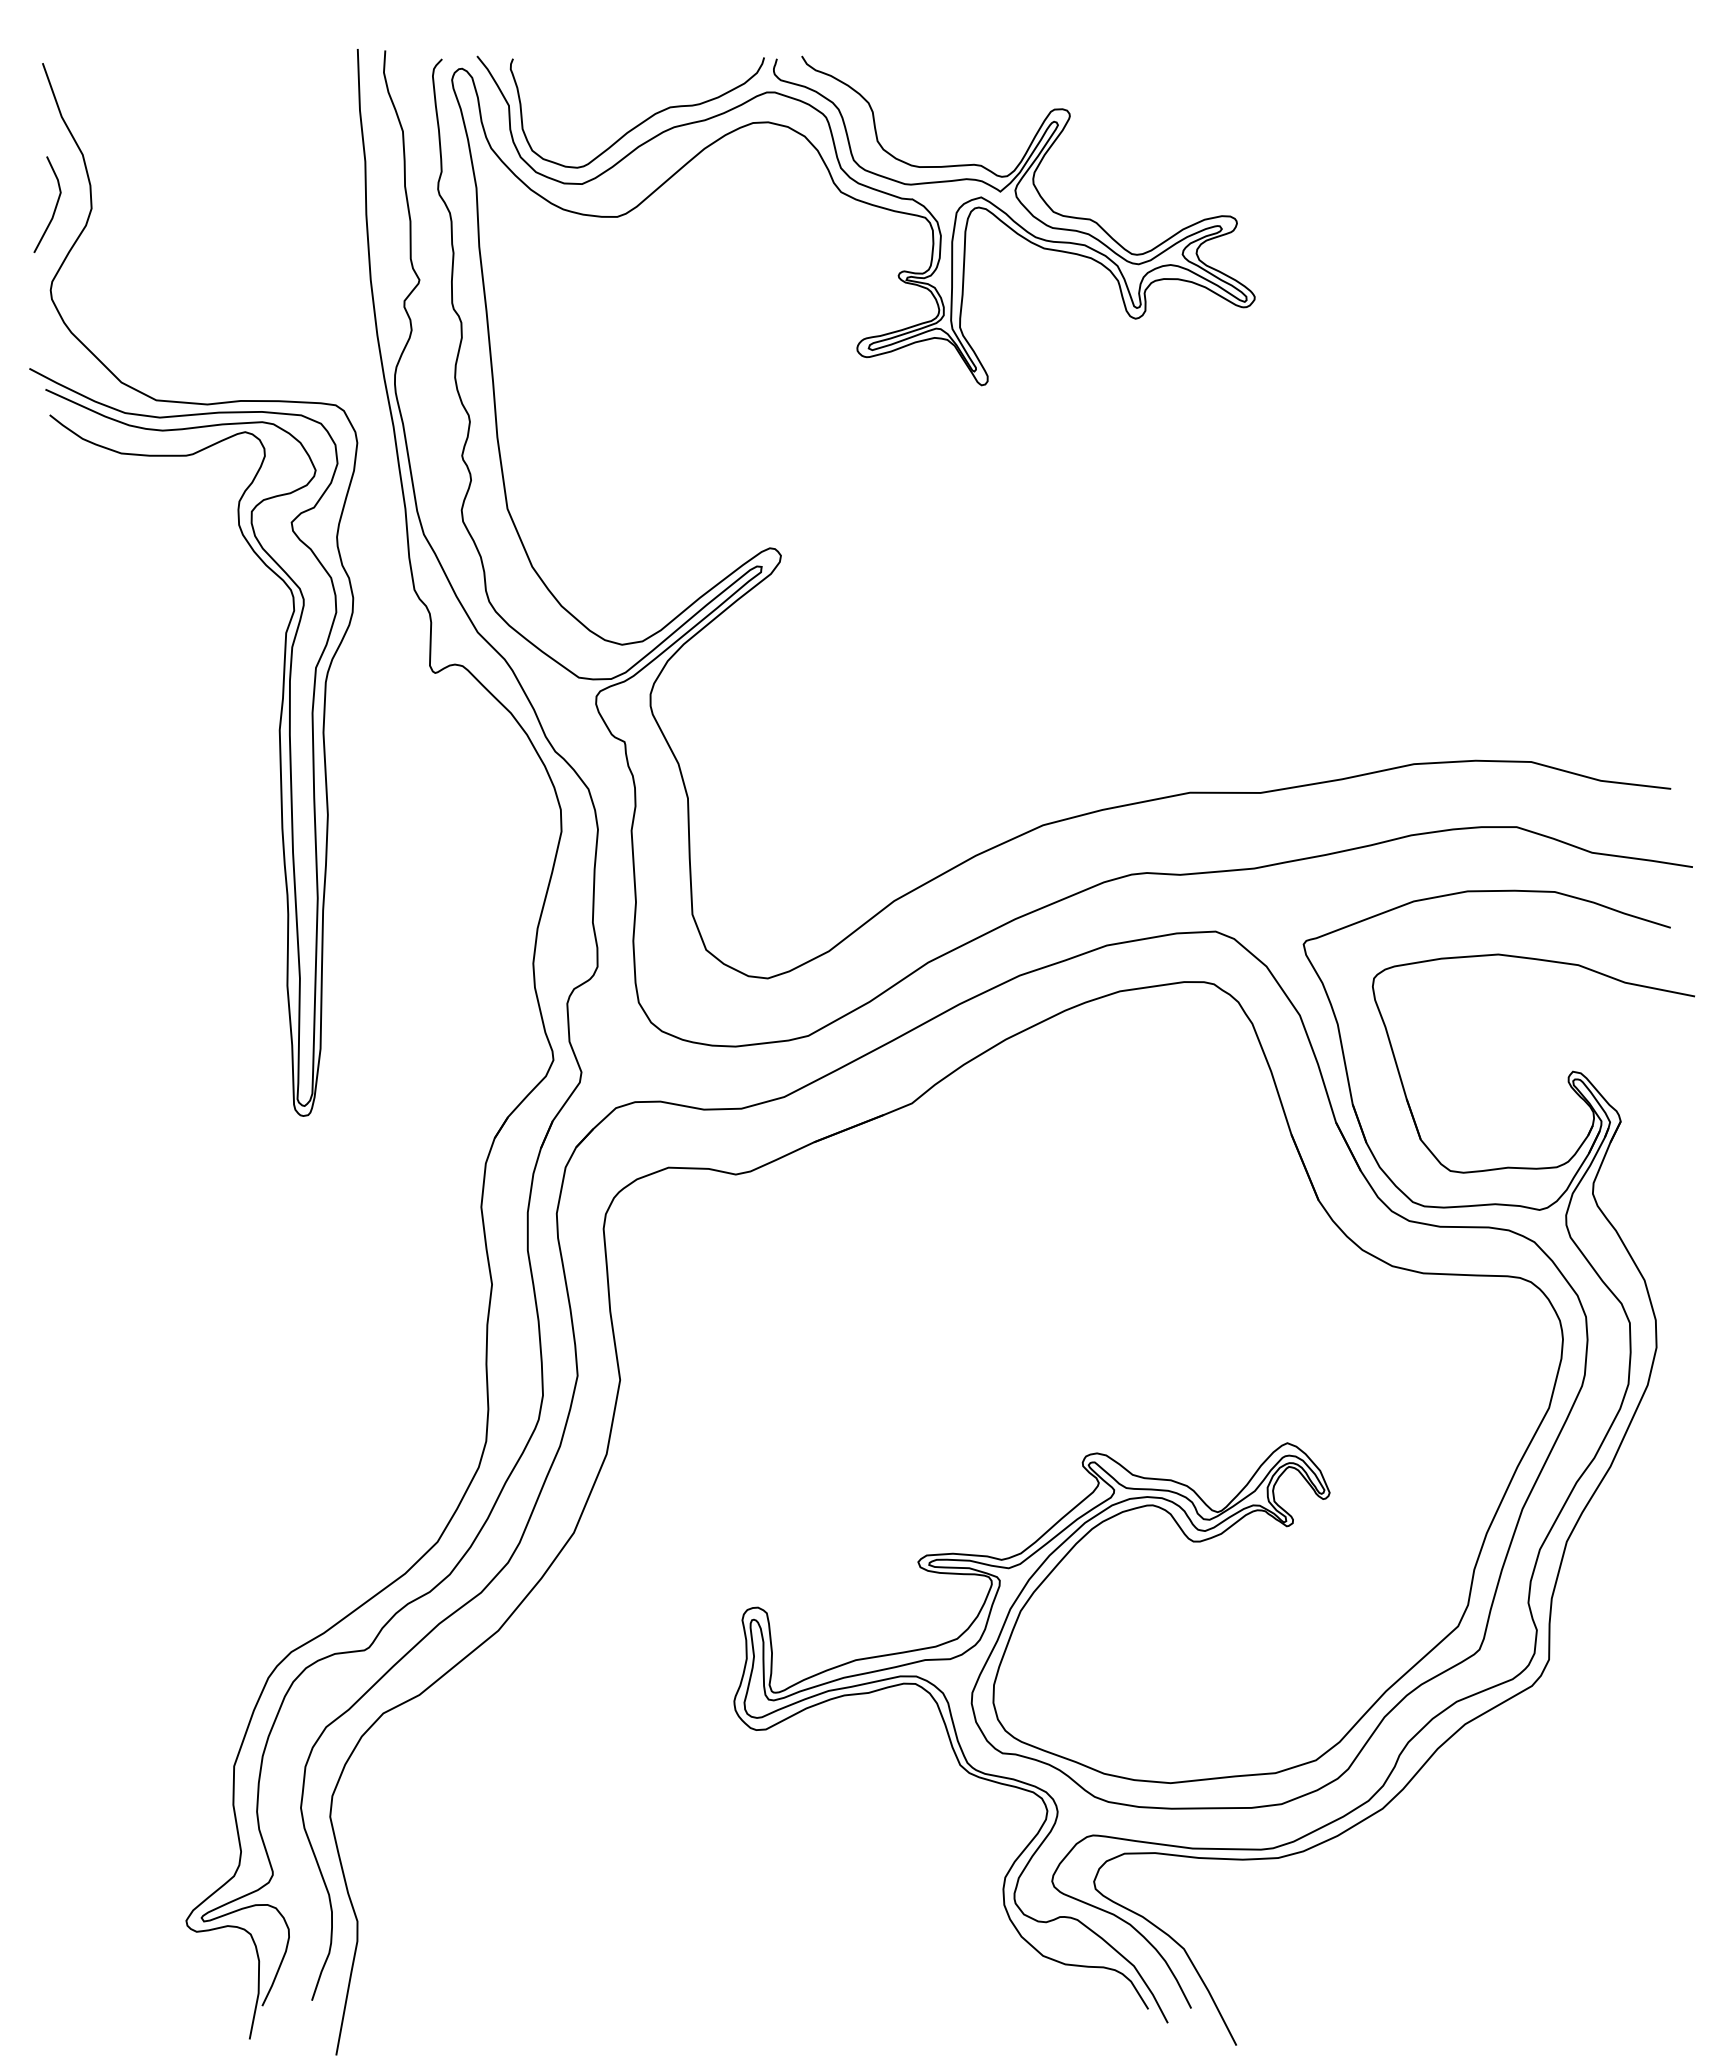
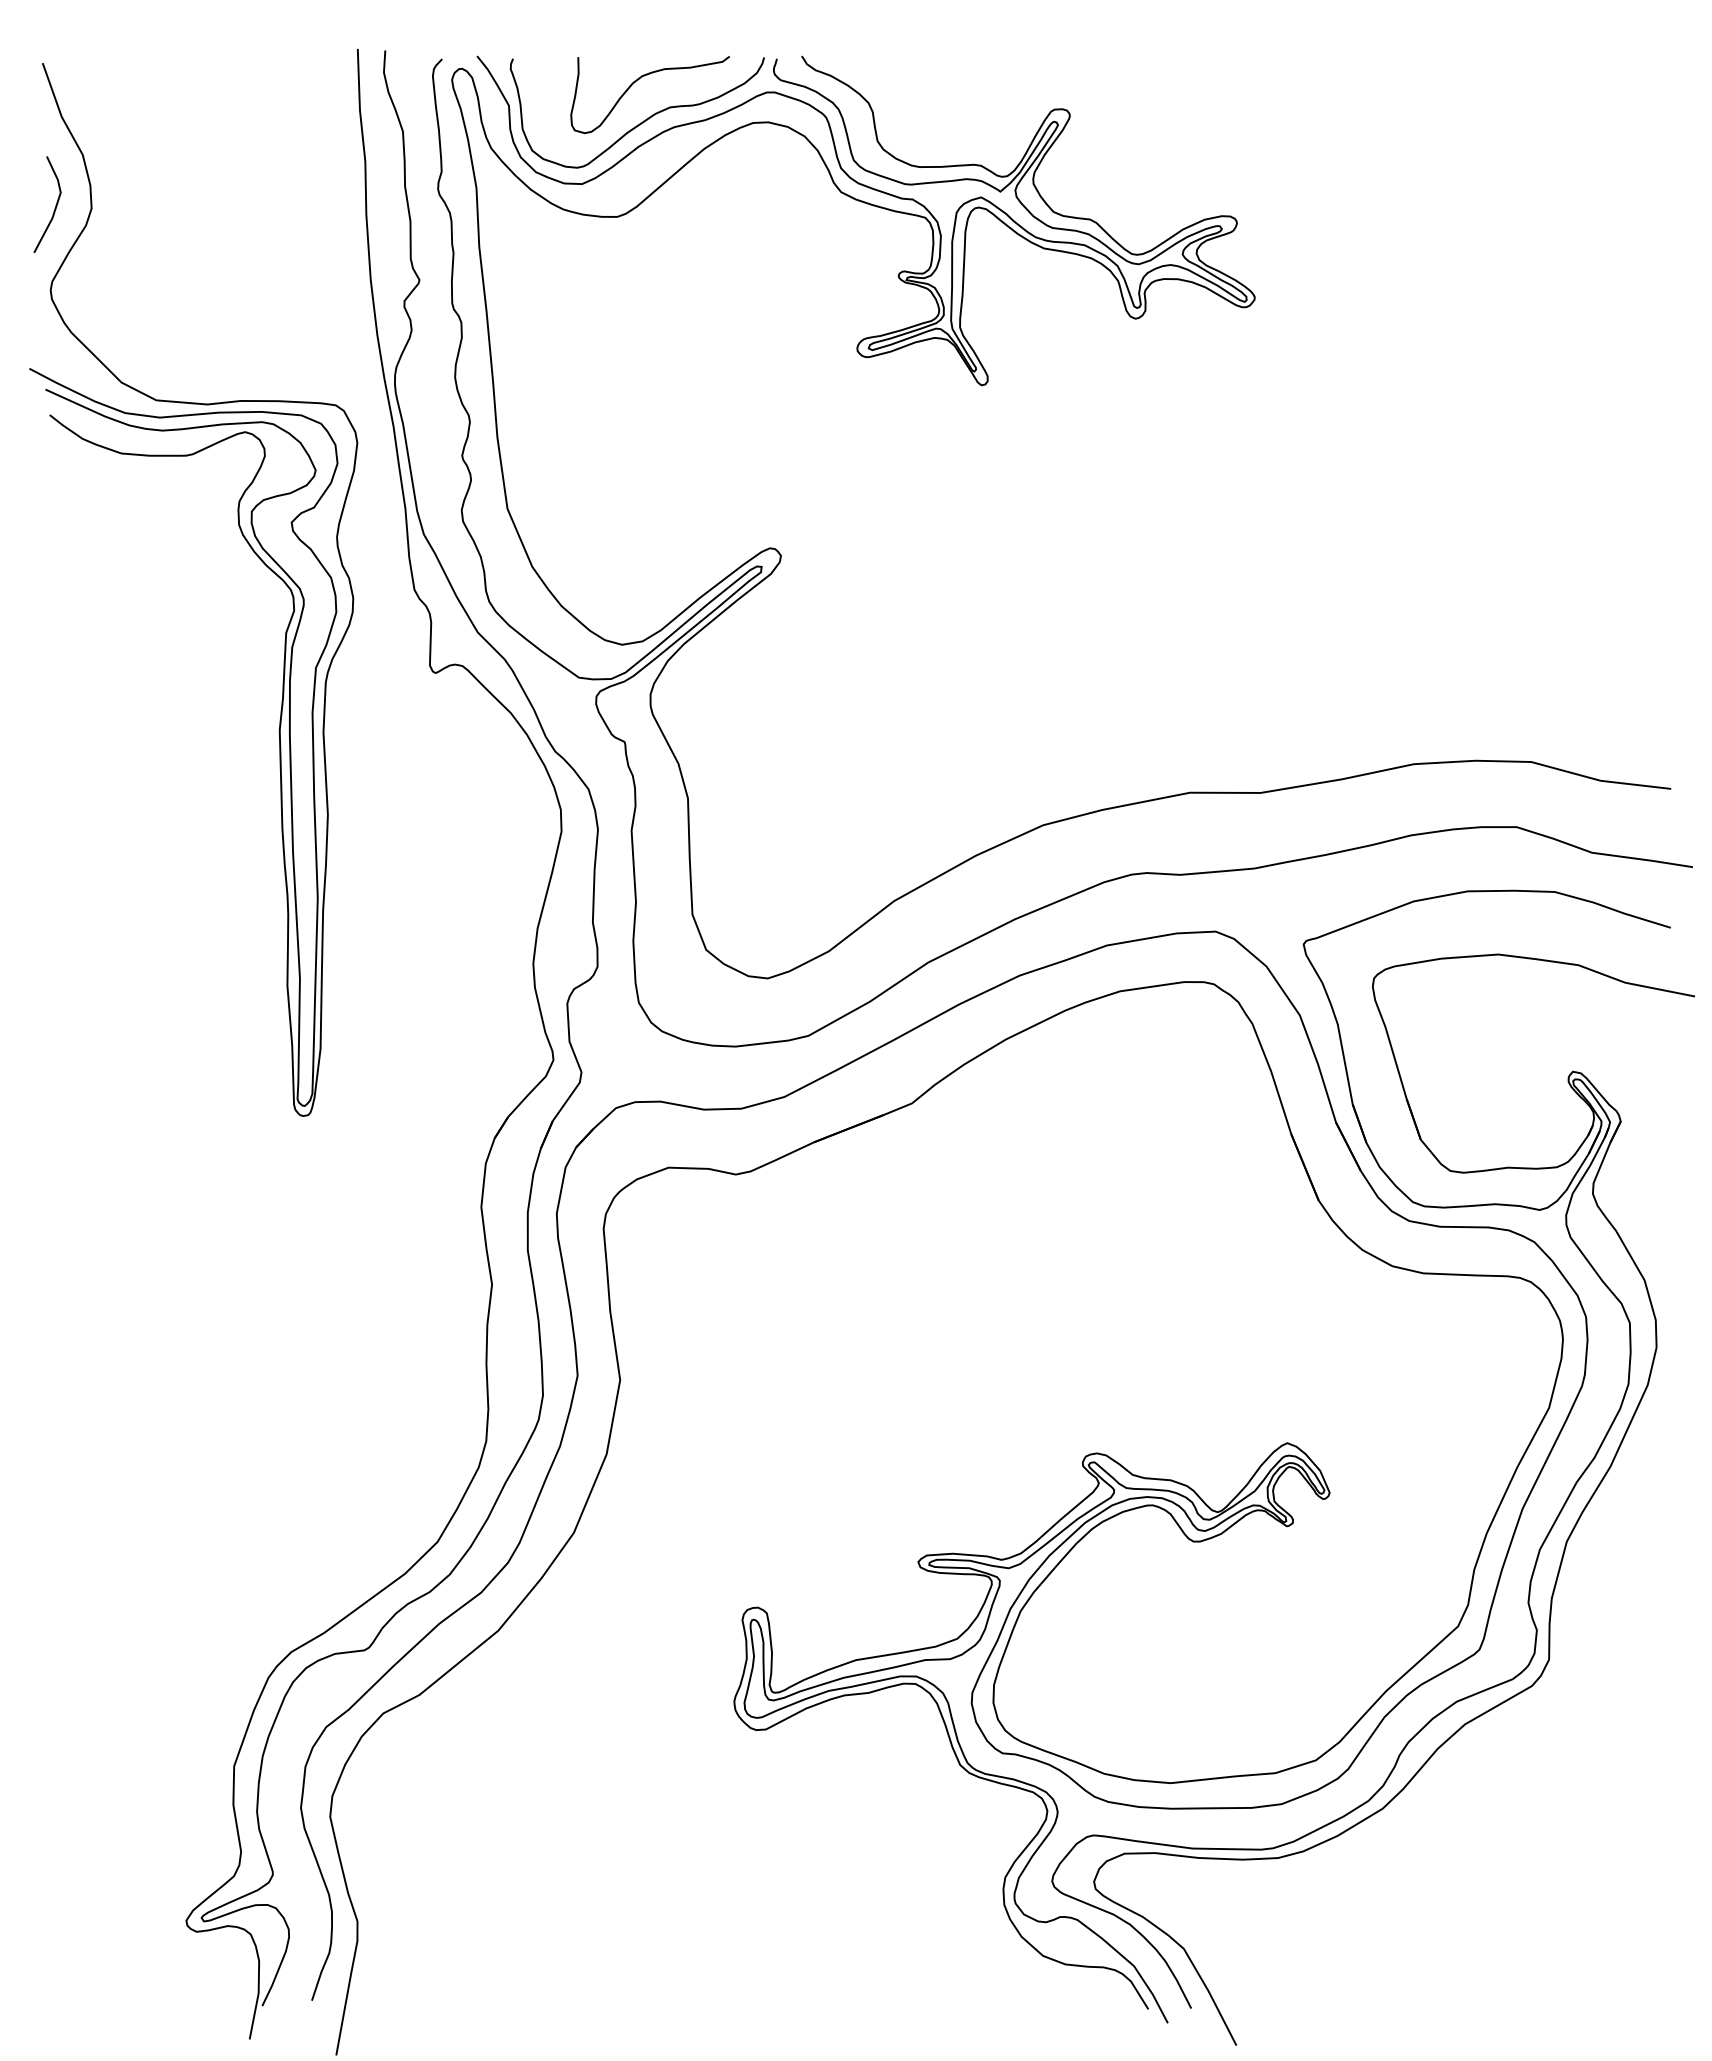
curve at (638, 80): none -> present
